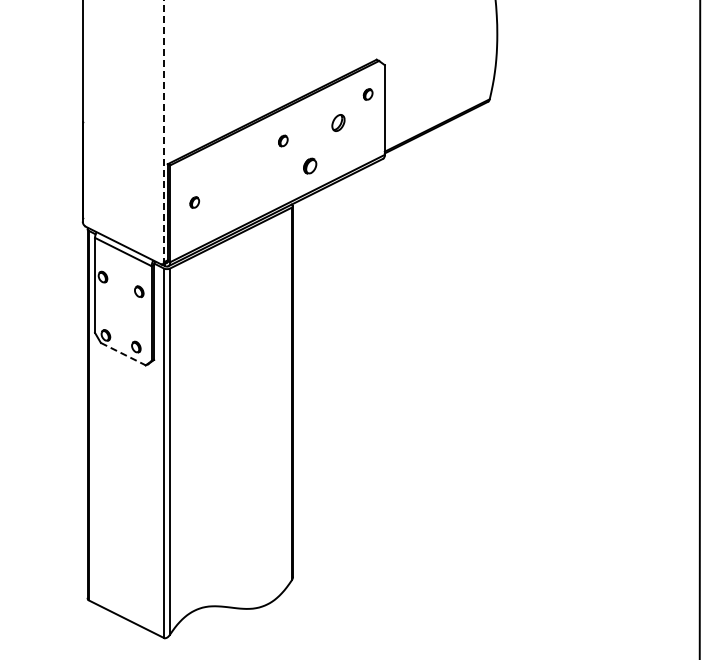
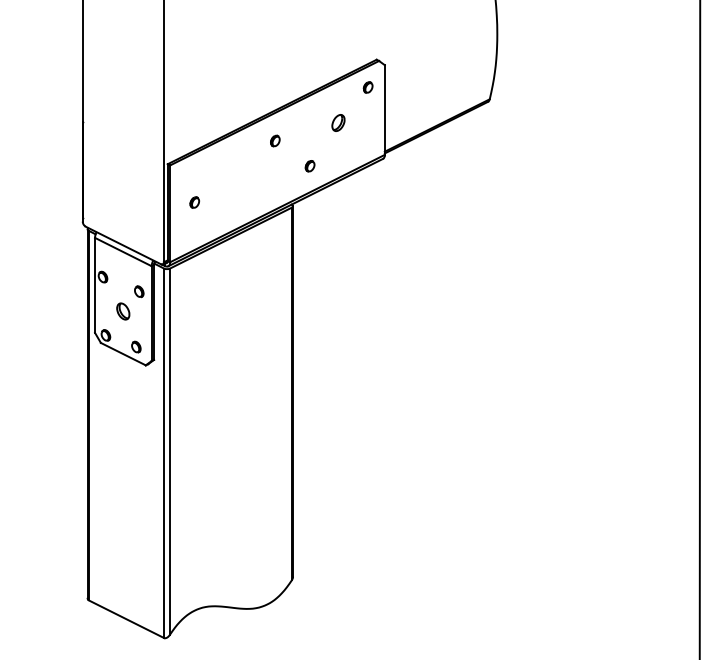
part at (367, 94) position: (367, 94) -> (367, 87)
line at (163, 131): dashed -> solid
part at (283, 140) position: (283, 140) -> (275, 140)
part at (310, 165) size: 15x18 px -> 12x13 px
part at (123, 311): none -> present
line at (123, 354): dashed -> solid
